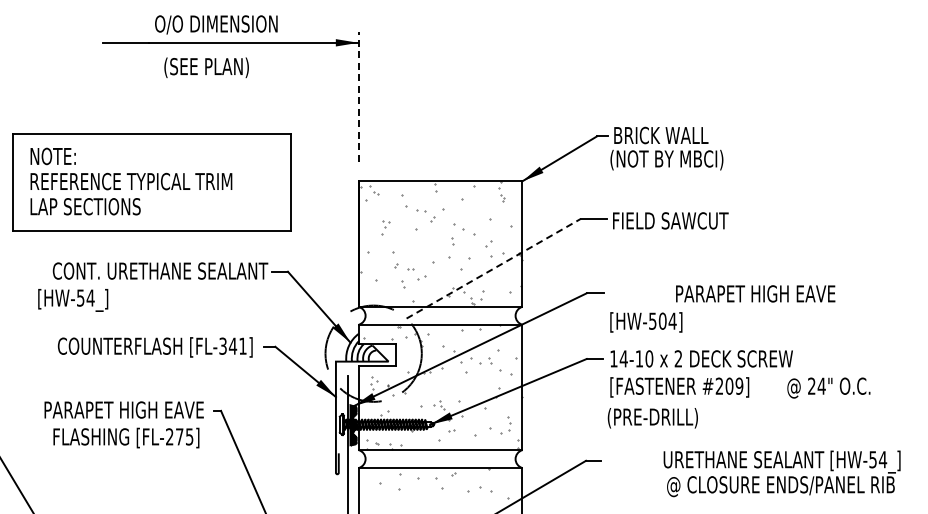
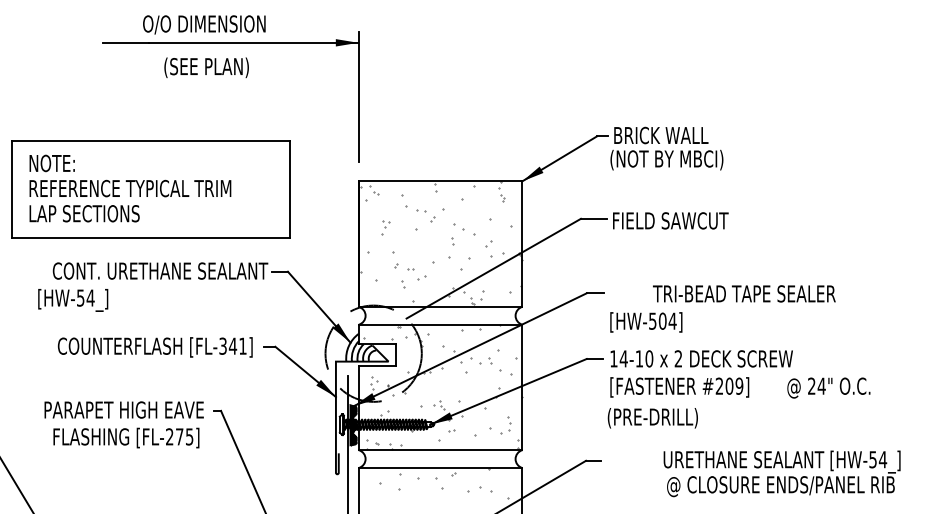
text at (216, 24) position: (216, 24) -> (204, 24)
line at (358, 96): dashed -> solid
part at (151, 182) position: (151, 182) -> (150, 189)
line at (494, 268): dashed -> solid
text at (744, 293): PARAPET HIGH EAVE -> TRI-BEAD TAPE SEALER
